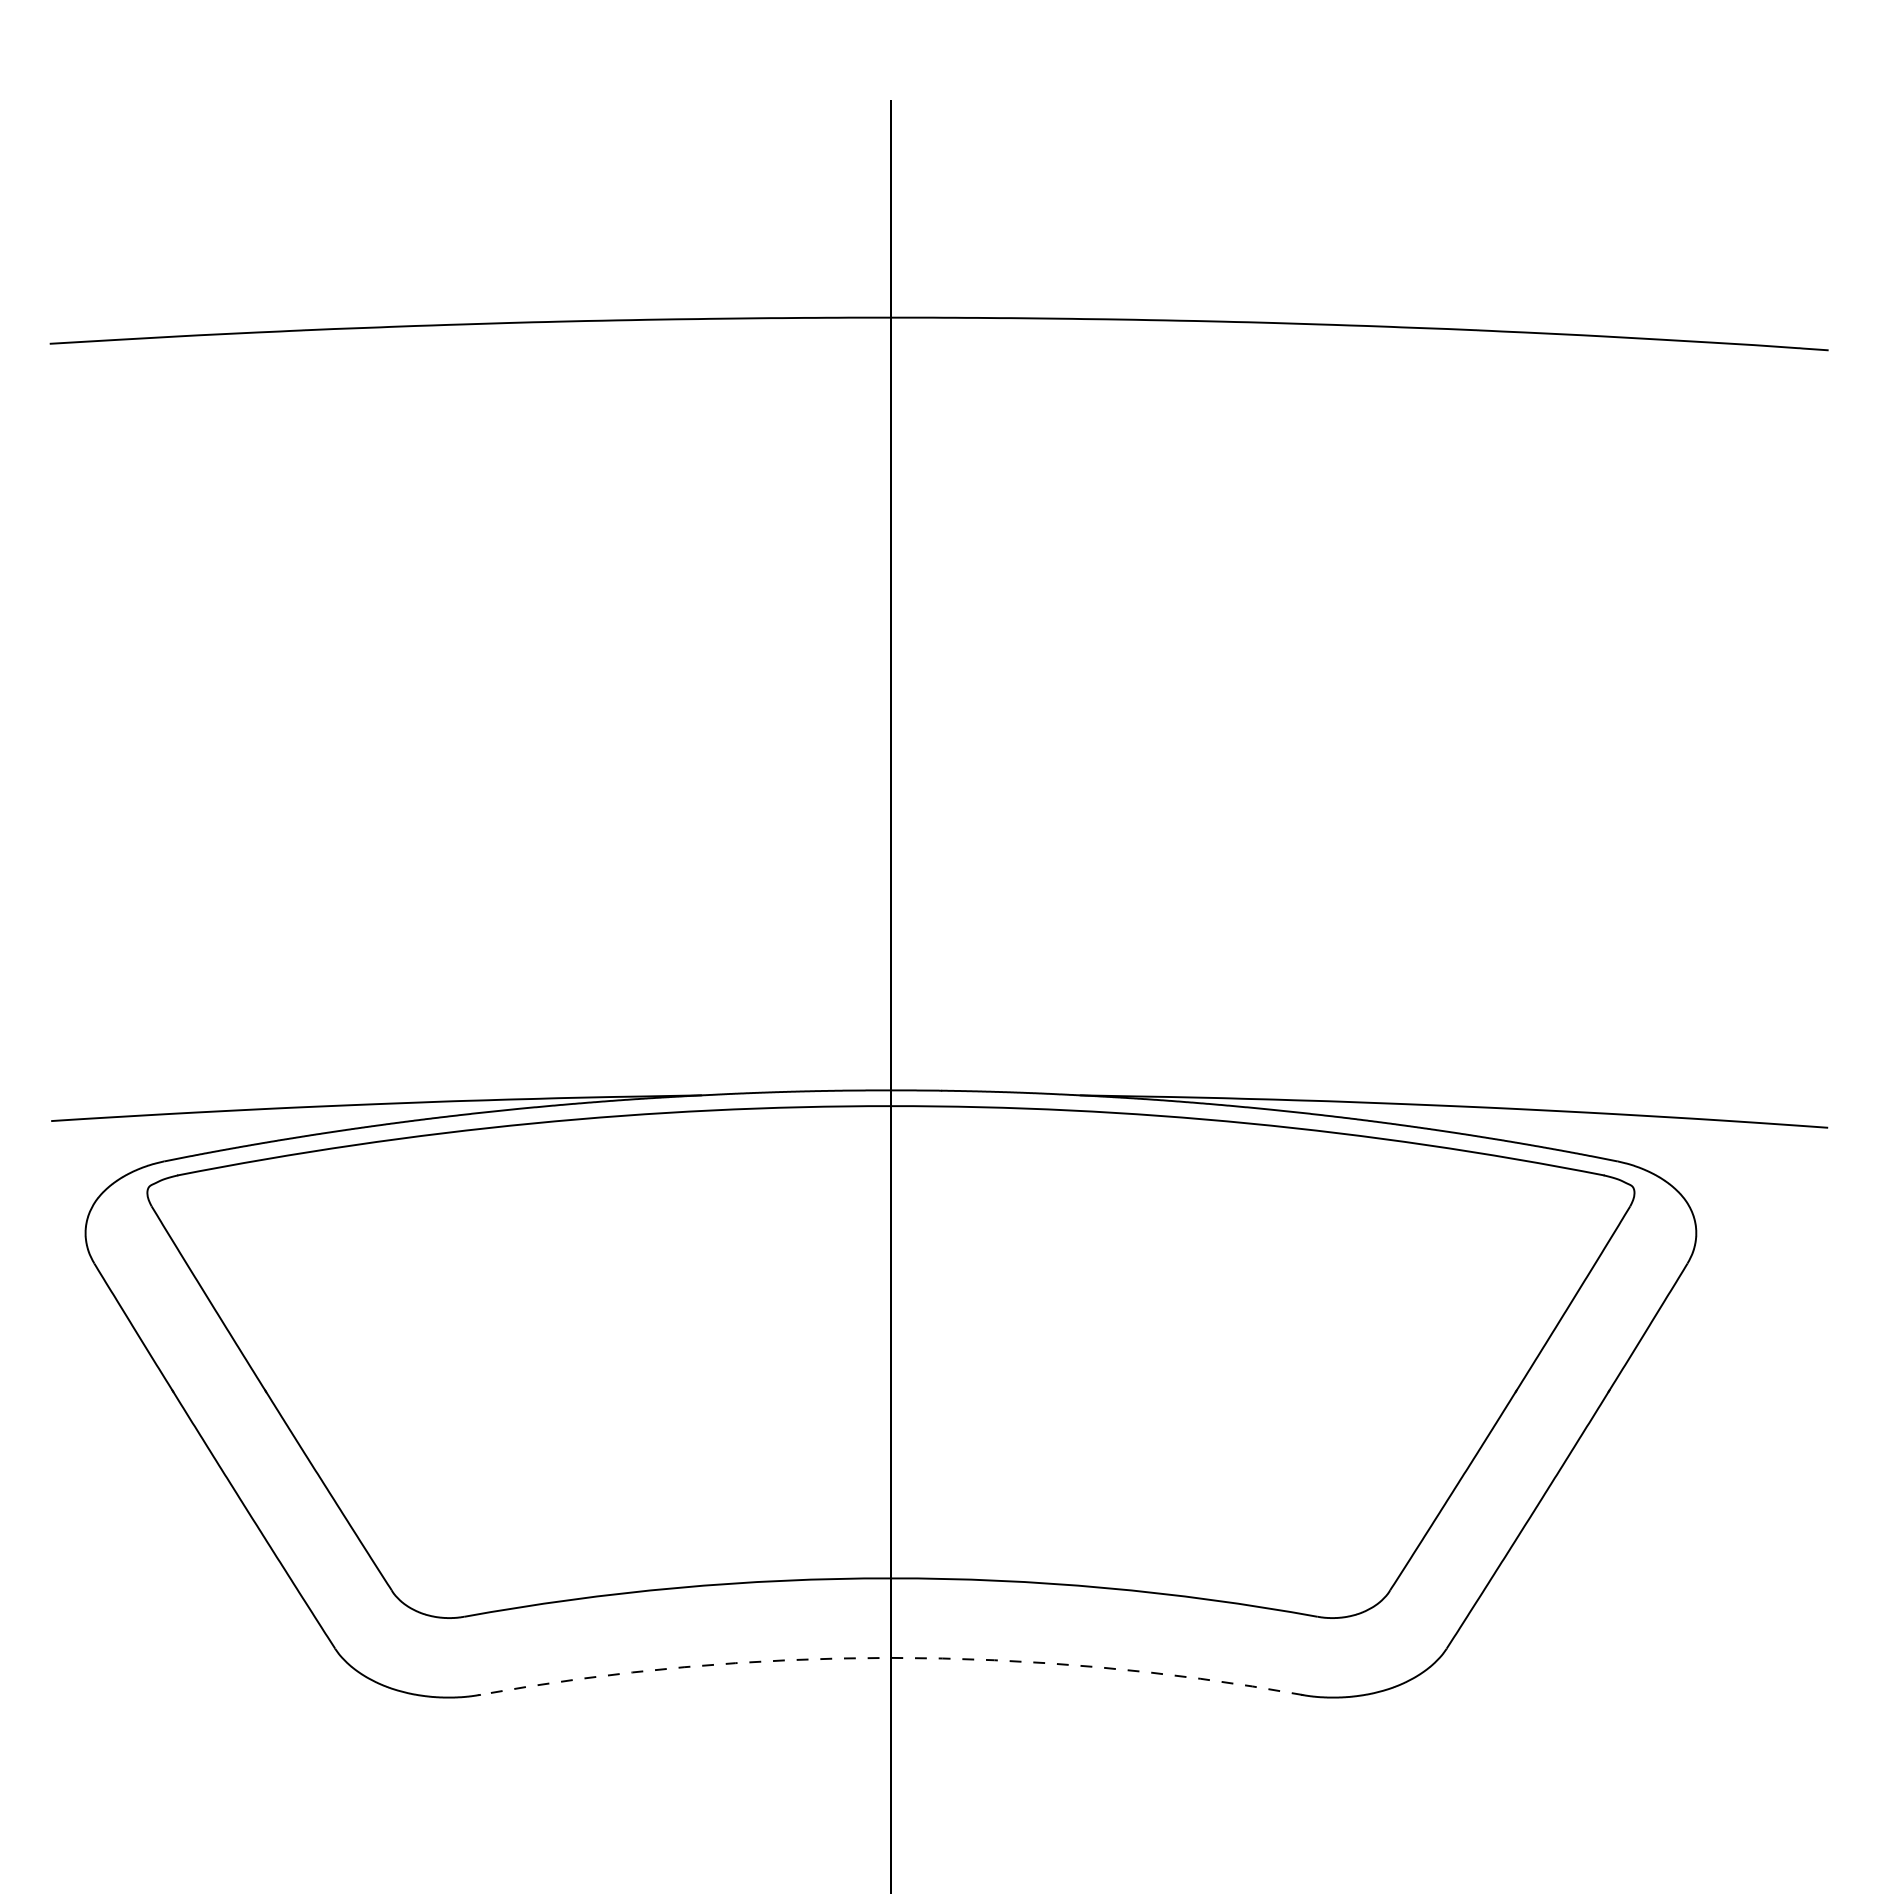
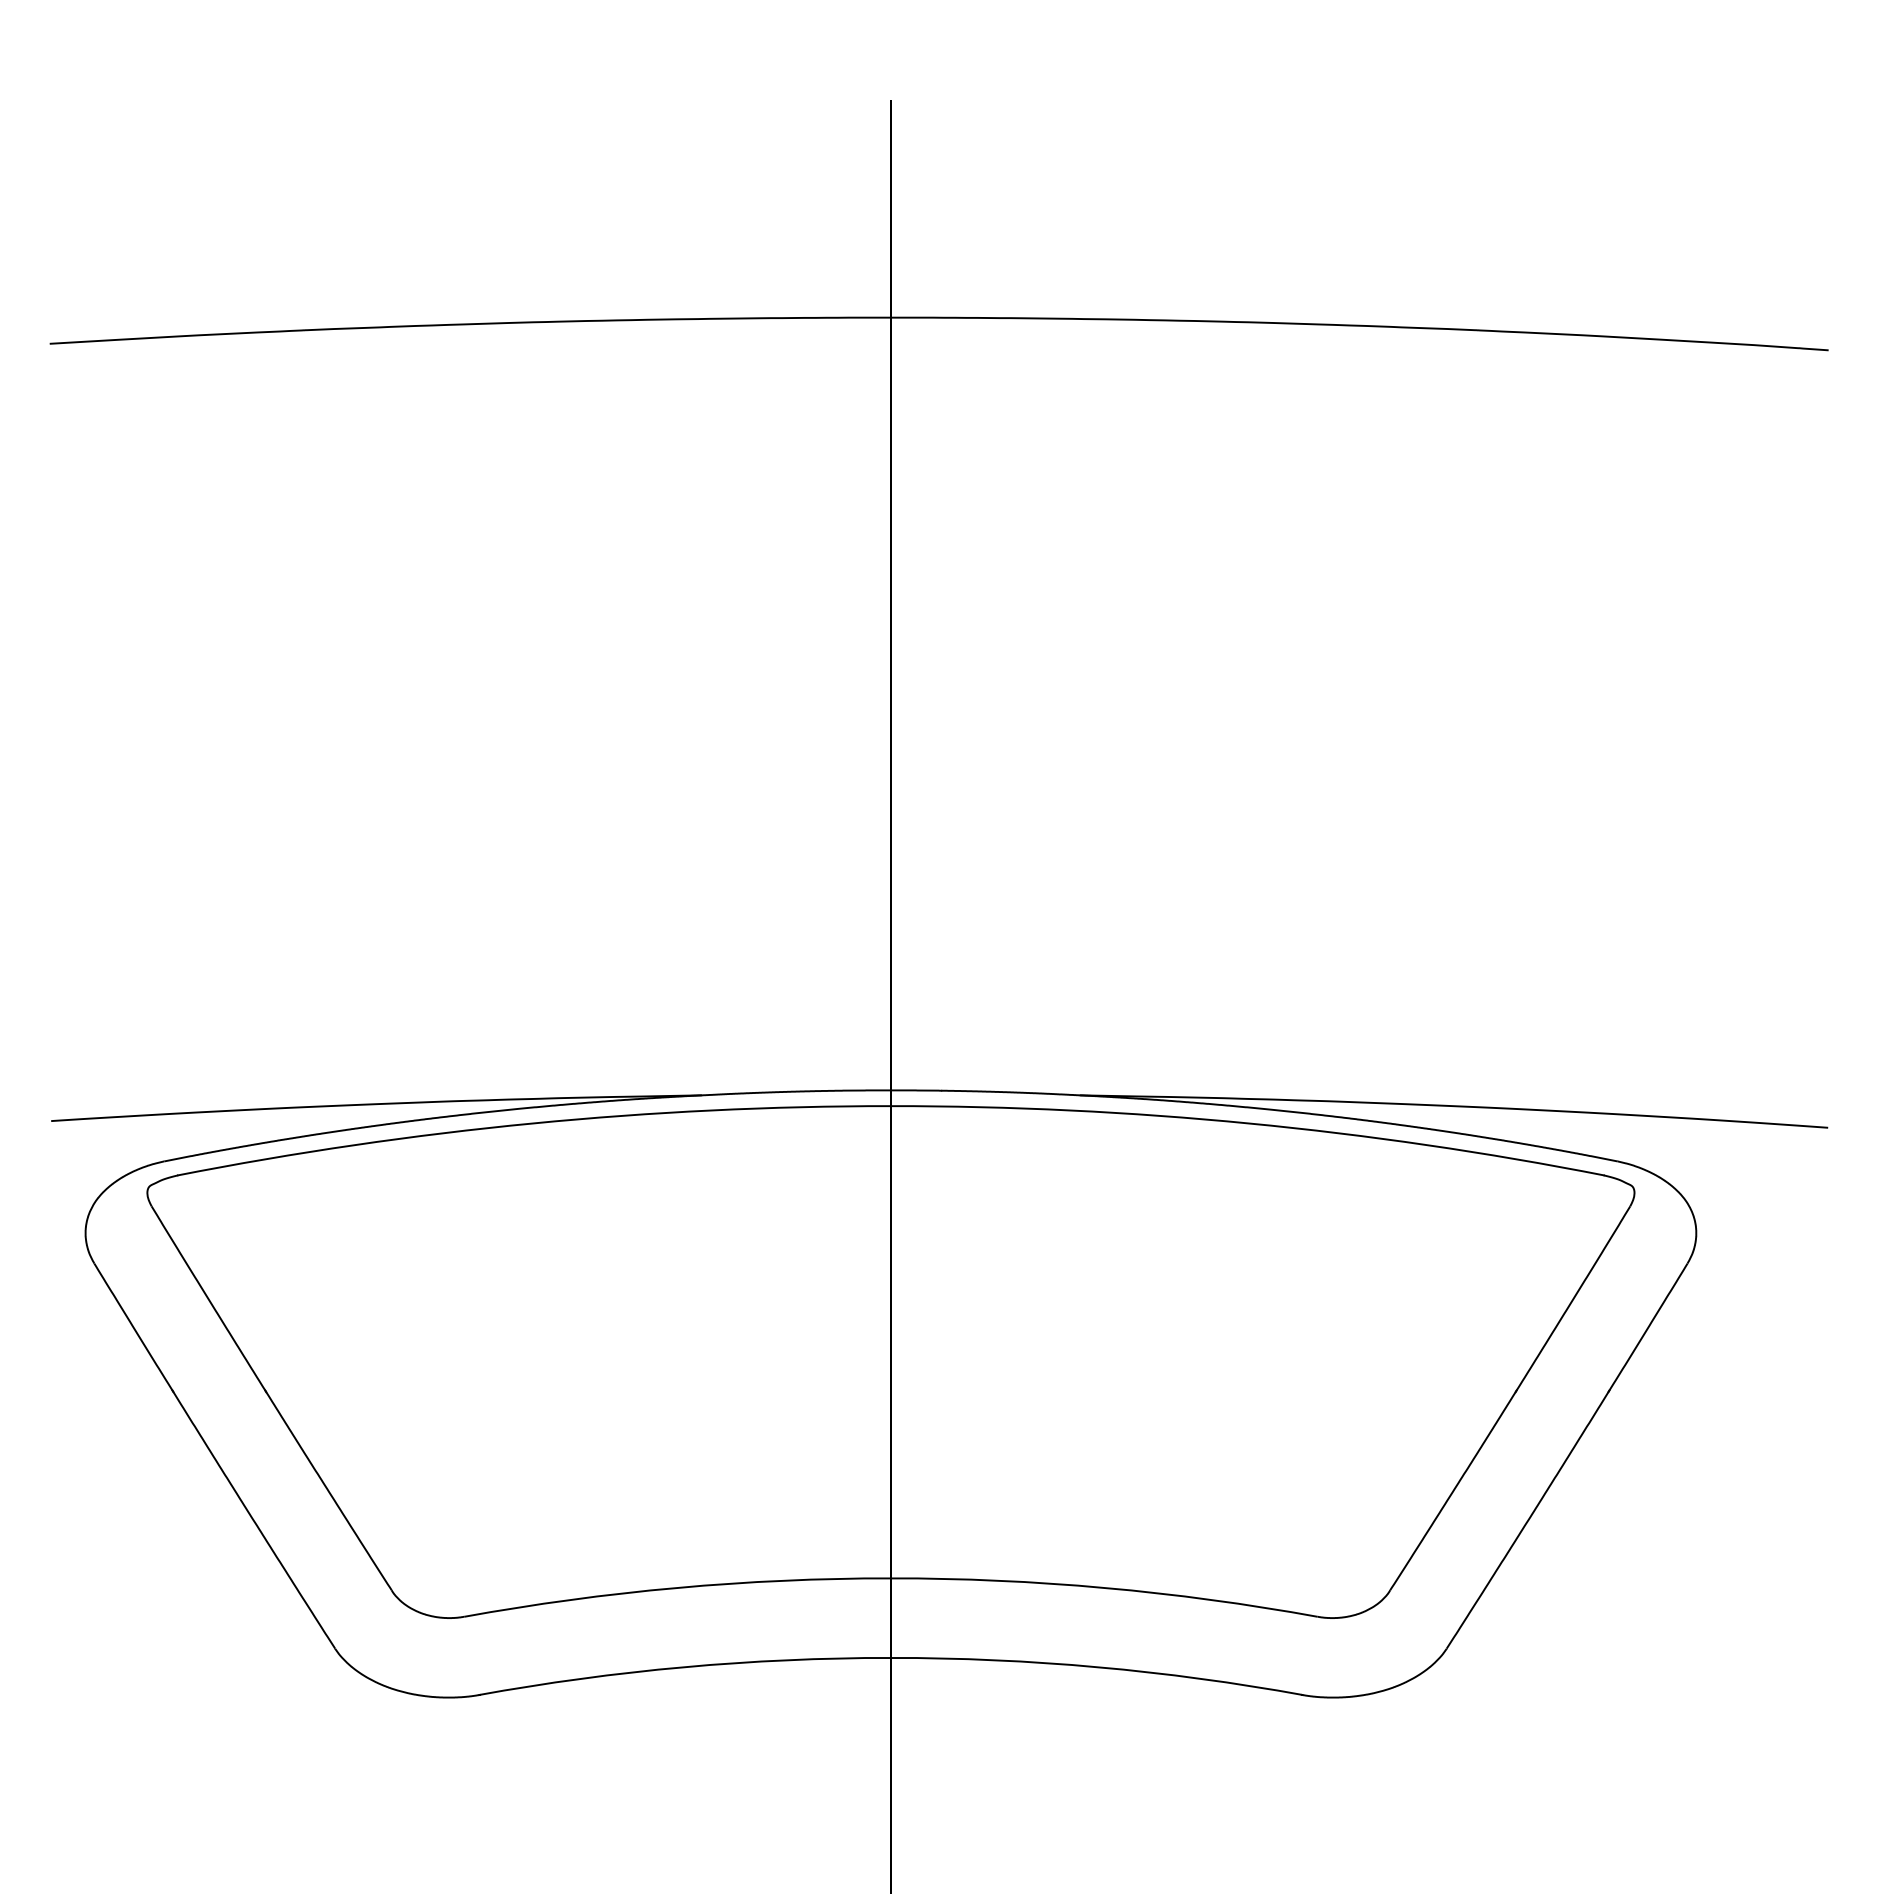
arc at (890, 1657): dashed -> solid
